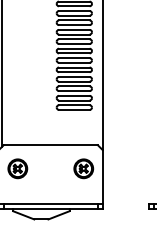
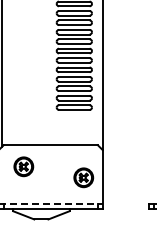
part at (17, 168) position: (17, 168) -> (23, 166)
part at (83, 168) position: (83, 168) -> (83, 177)
line at (51, 204): solid -> dashed
